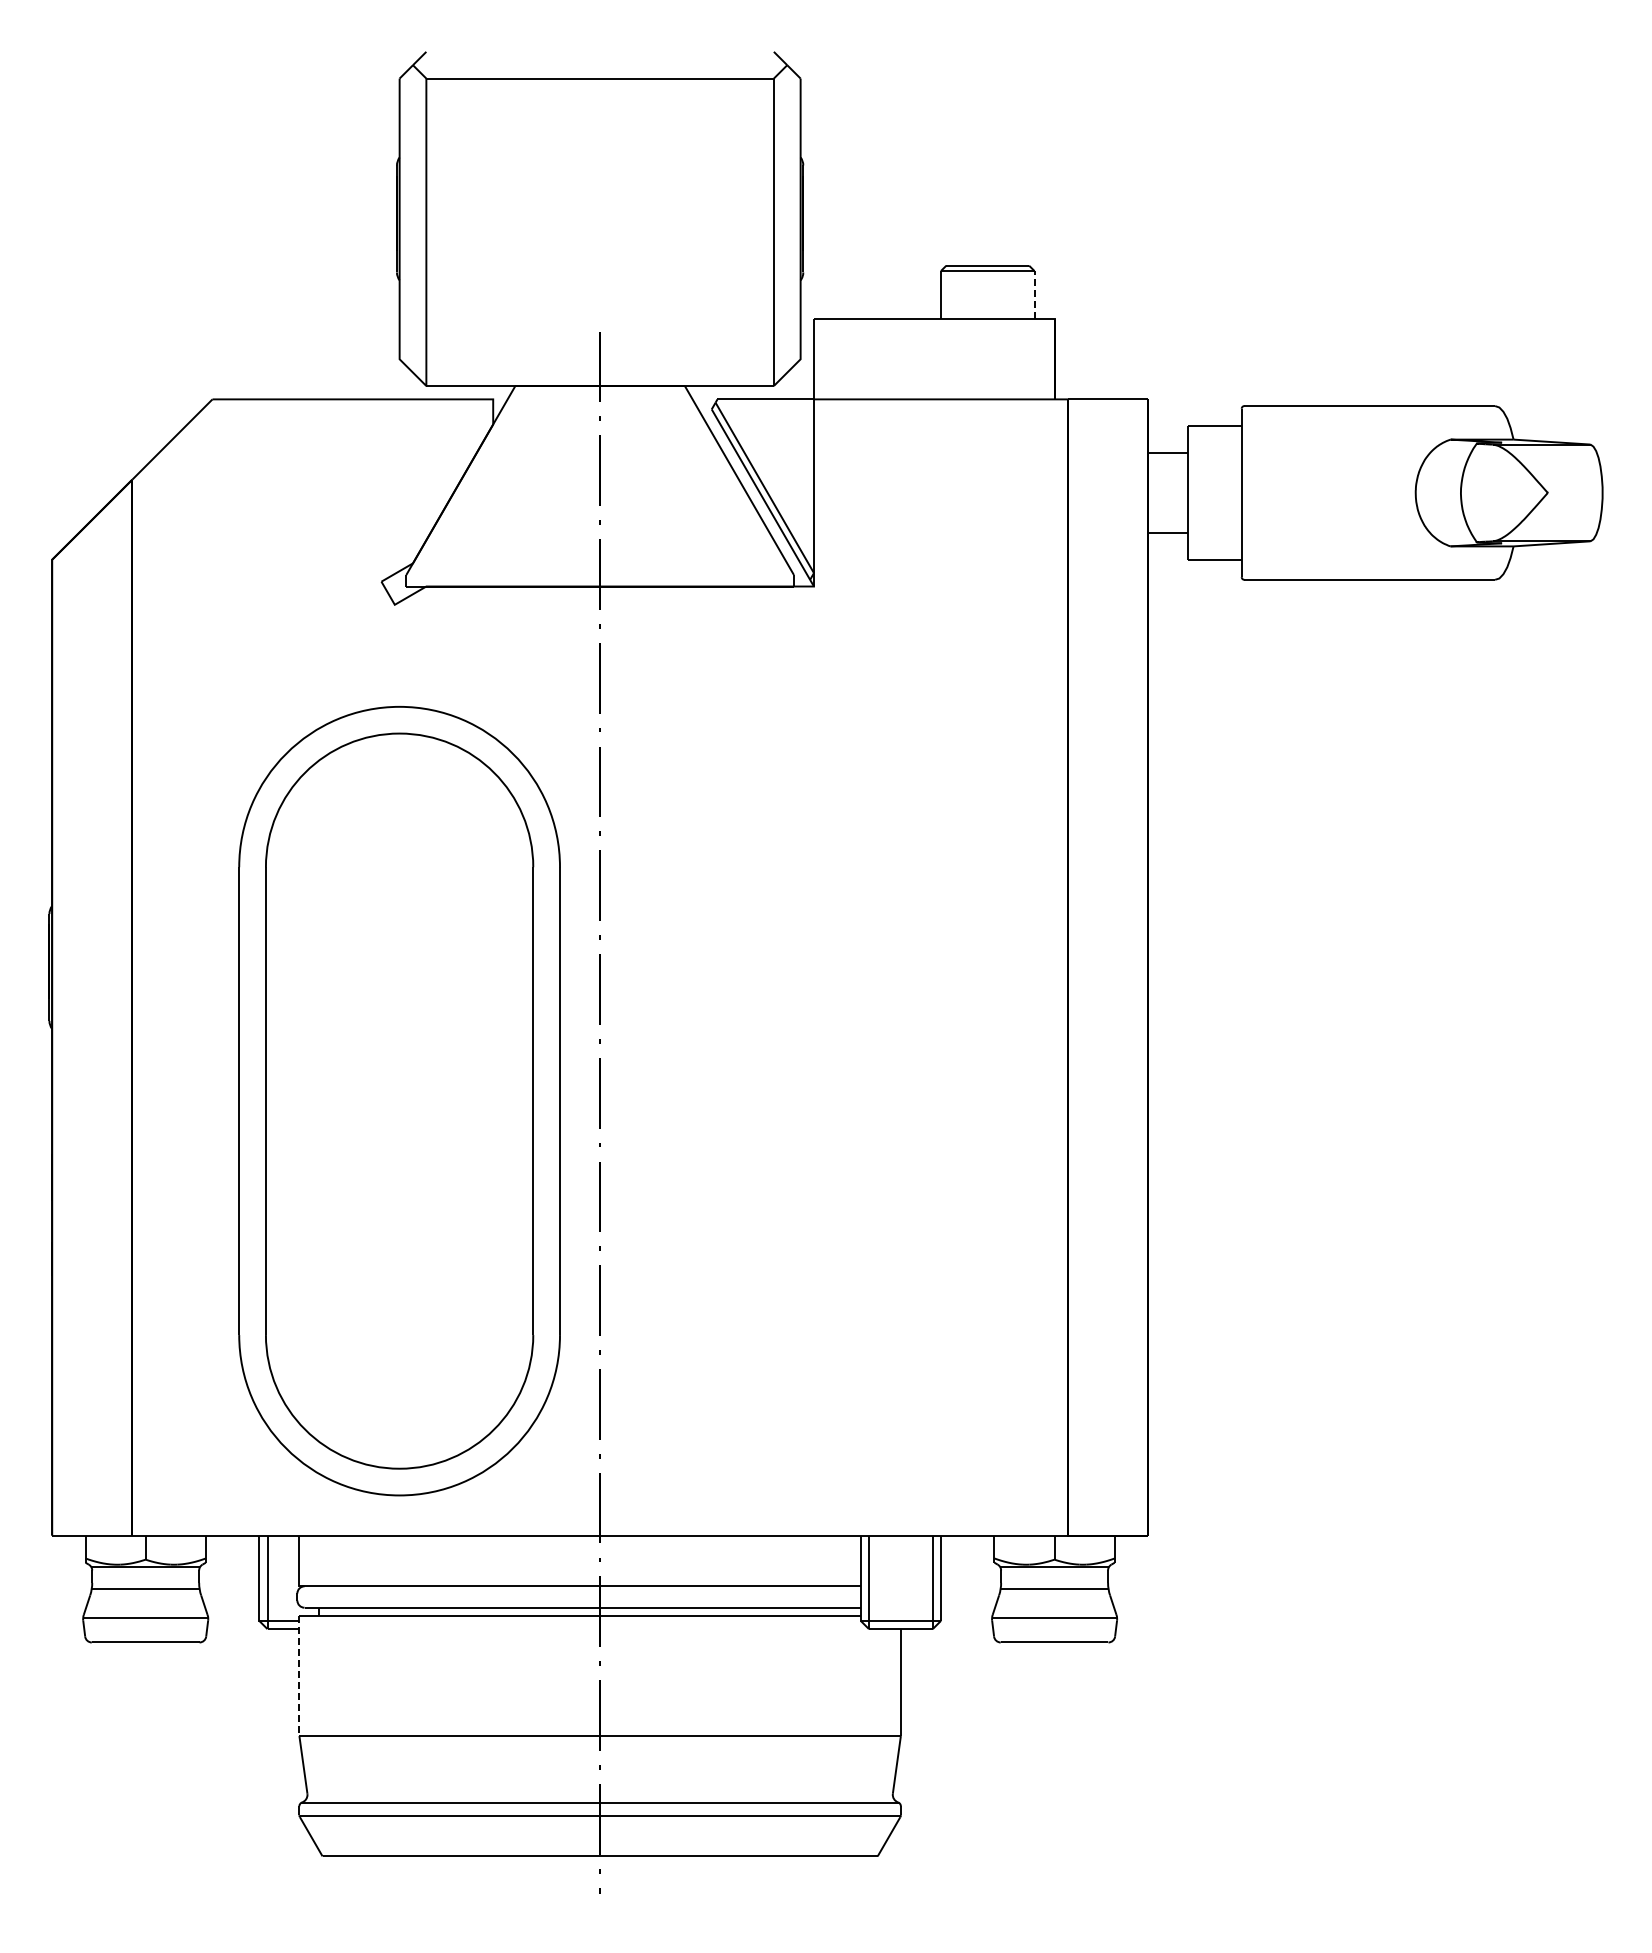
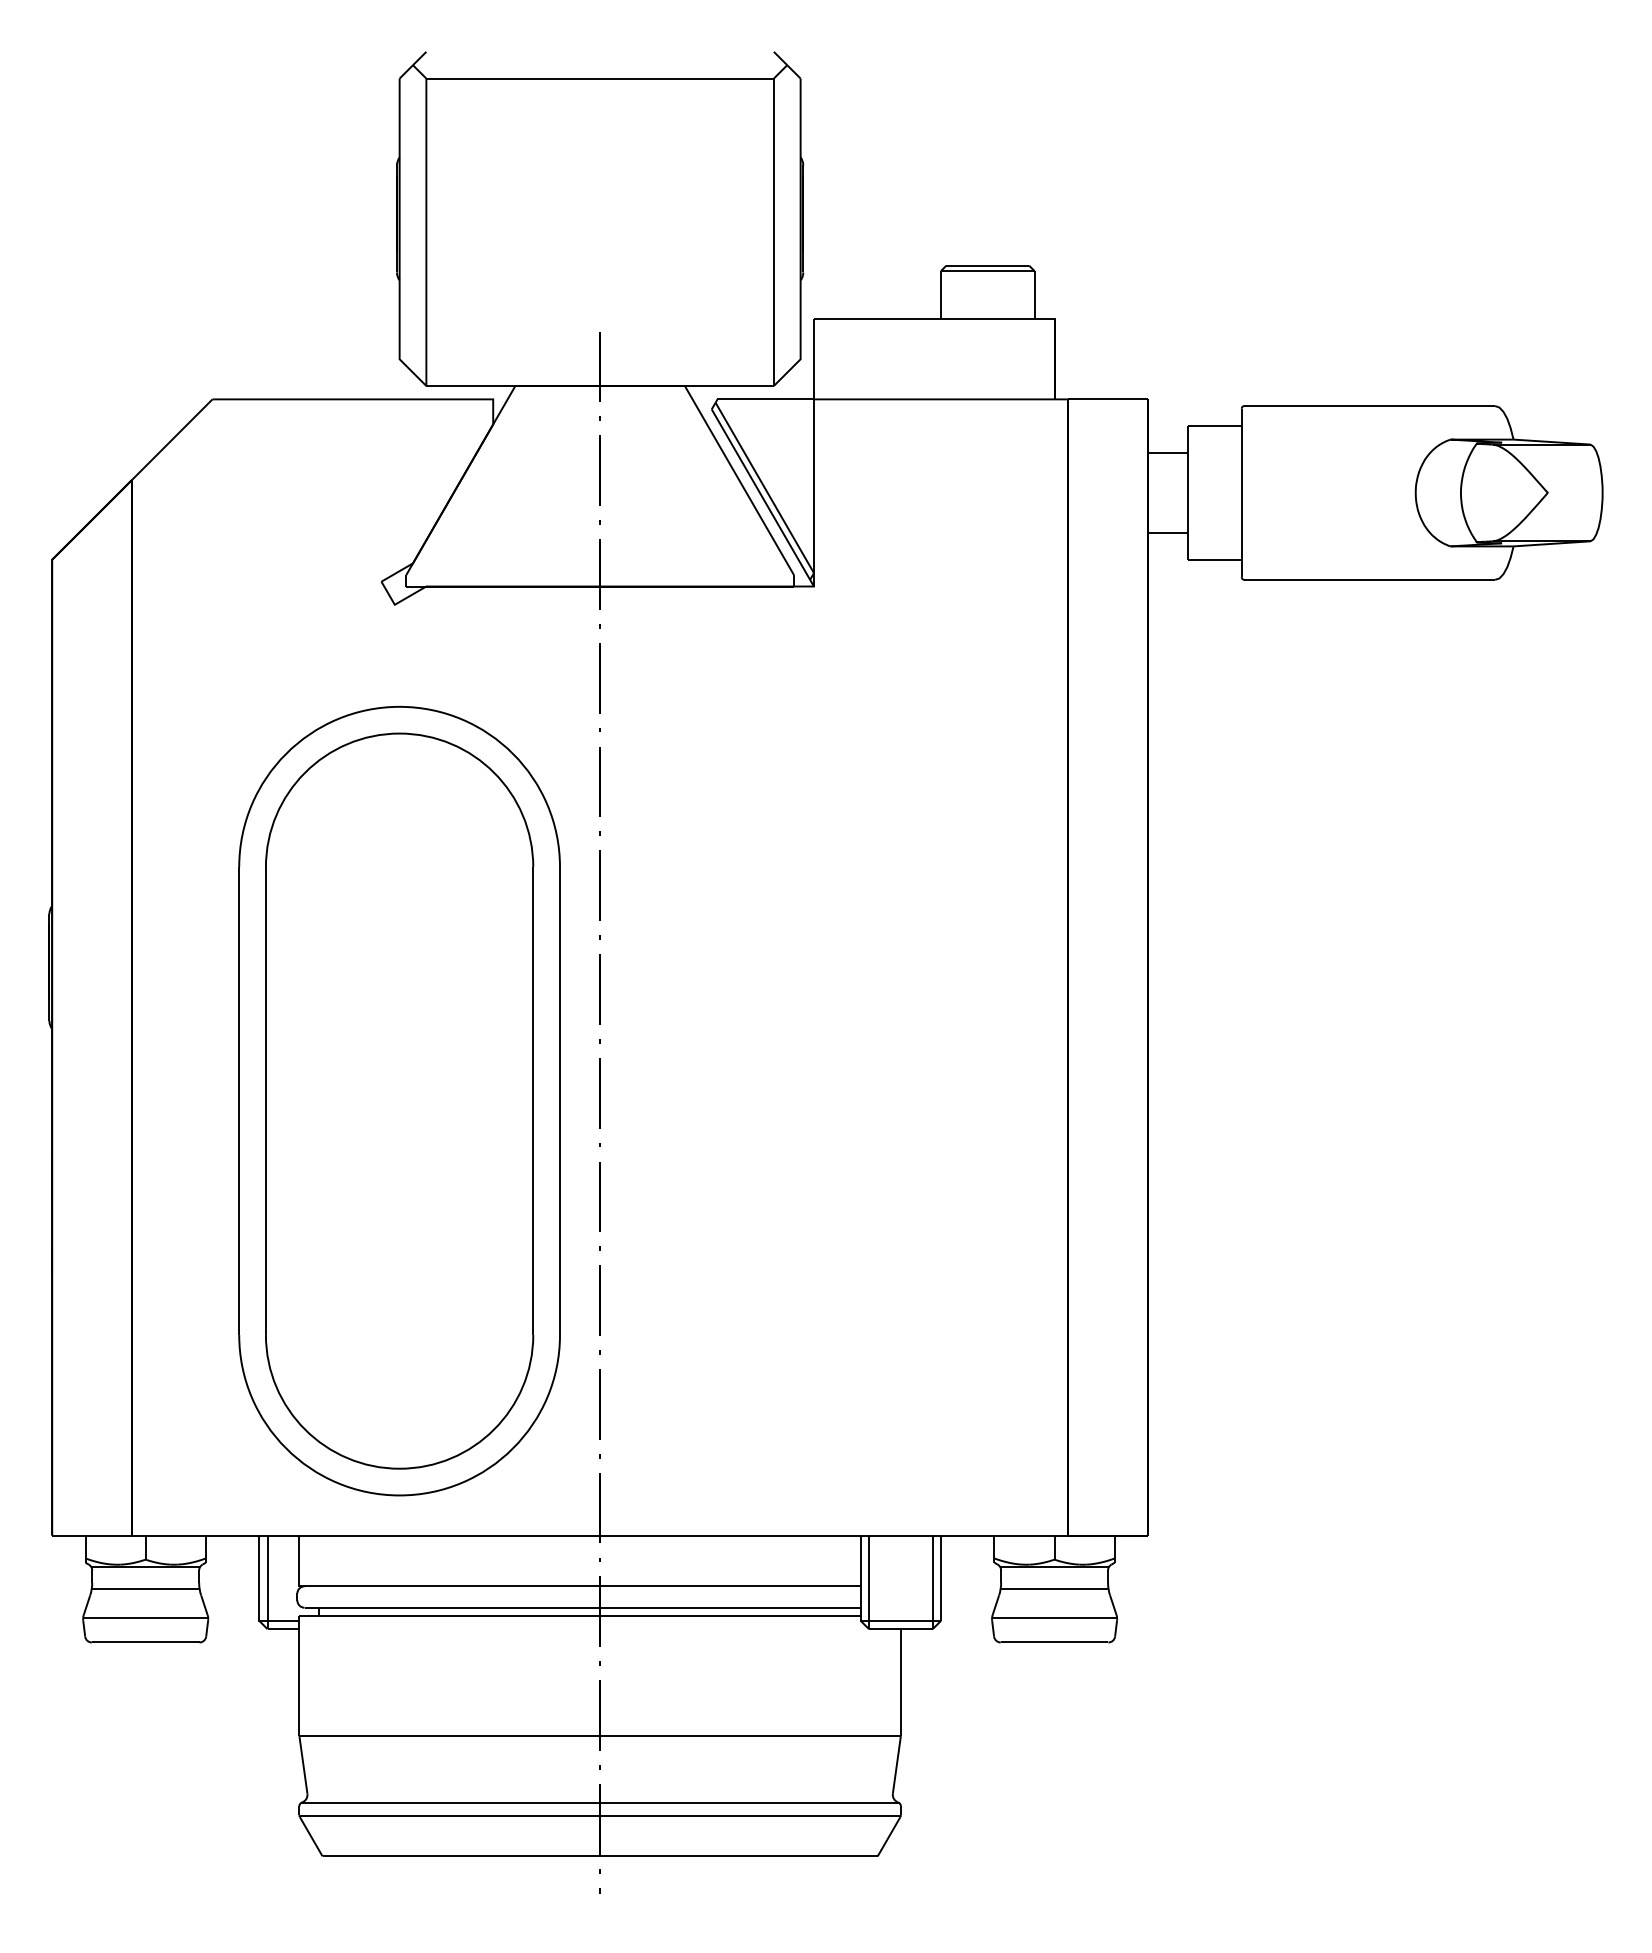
line at (1034, 294): dashed -> solid
line at (299, 1676): dashed -> solid
